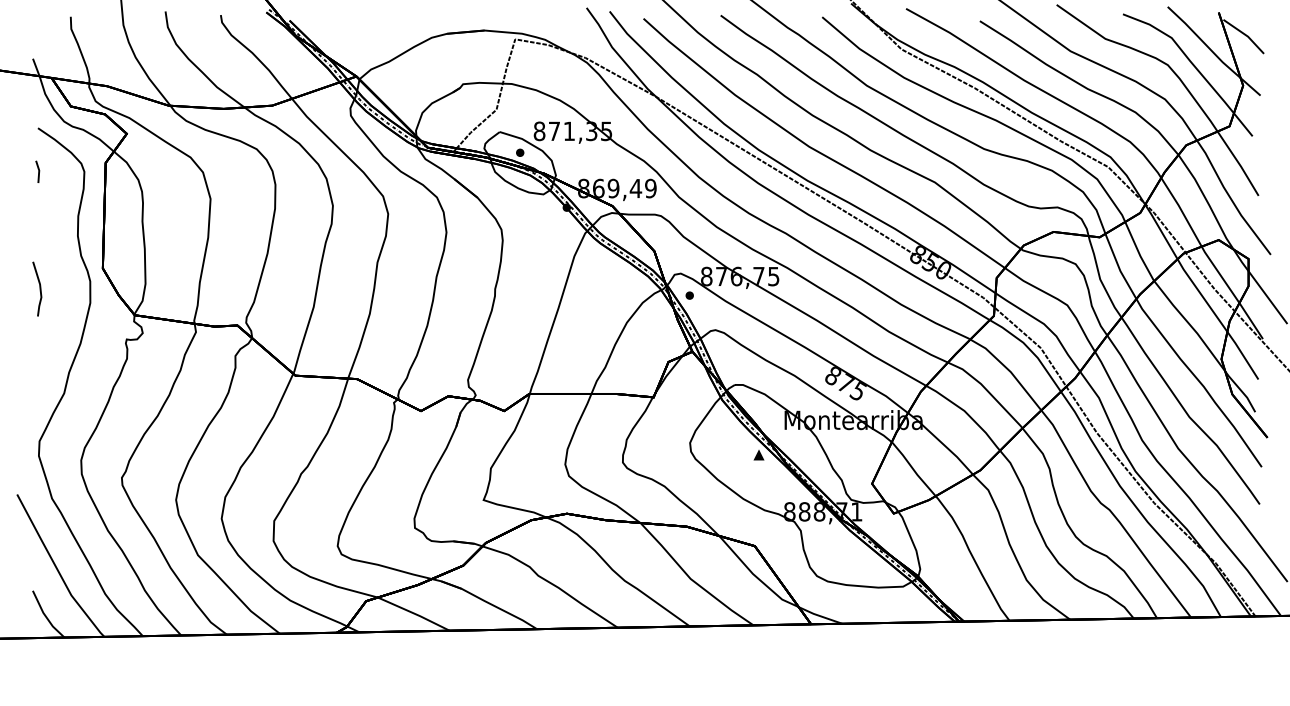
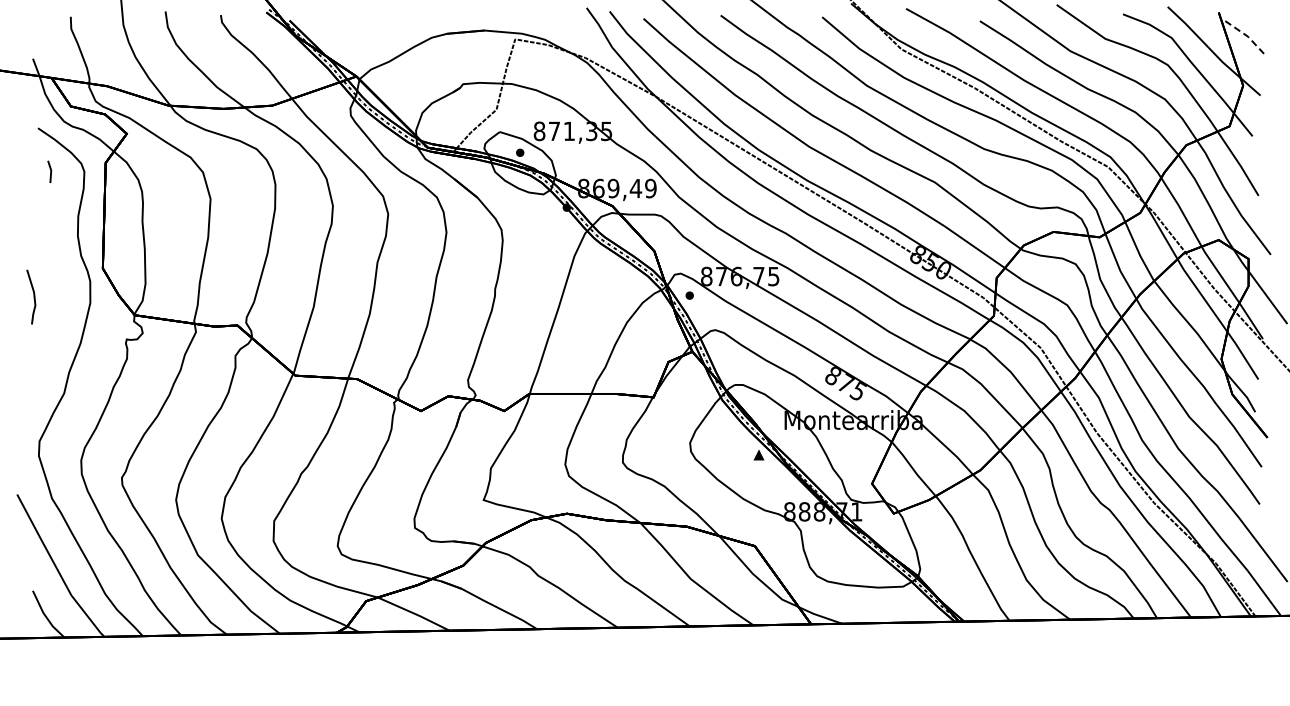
line at (1245, 35): solid -> dashed
line at (38, 171) position: (38, 171) -> (50, 171)
line at (39, 288) position: (39, 288) -> (33, 296)
